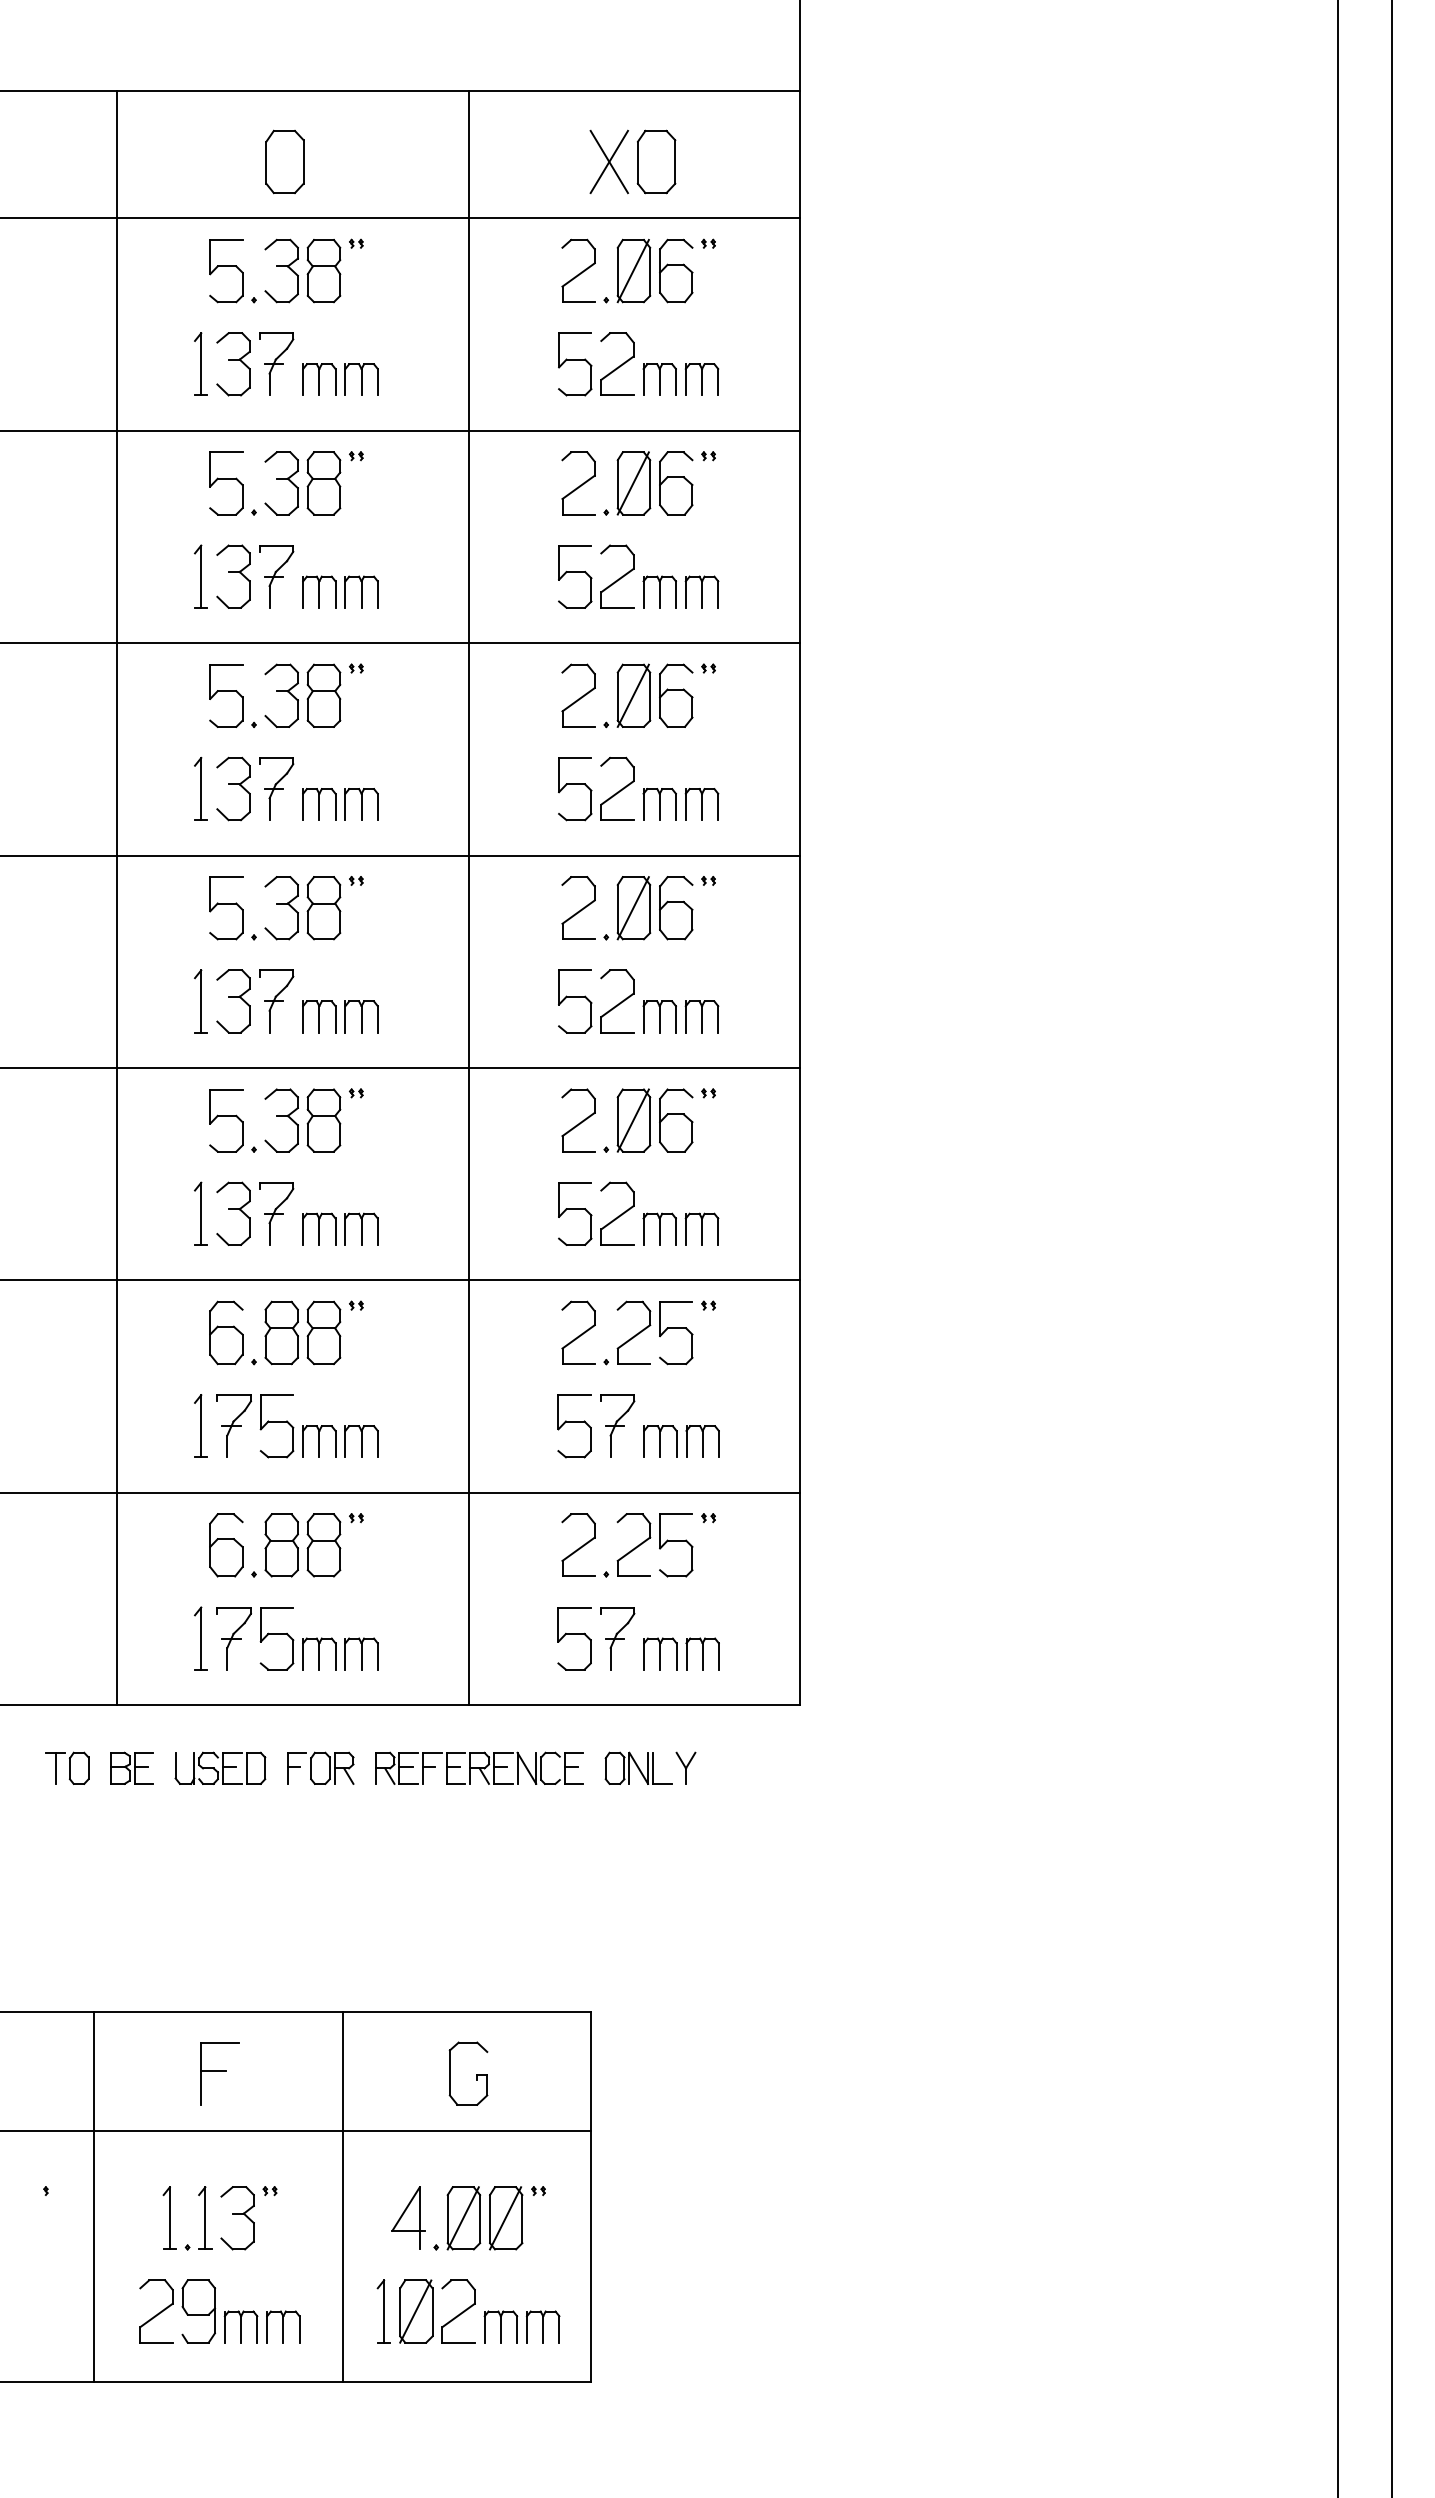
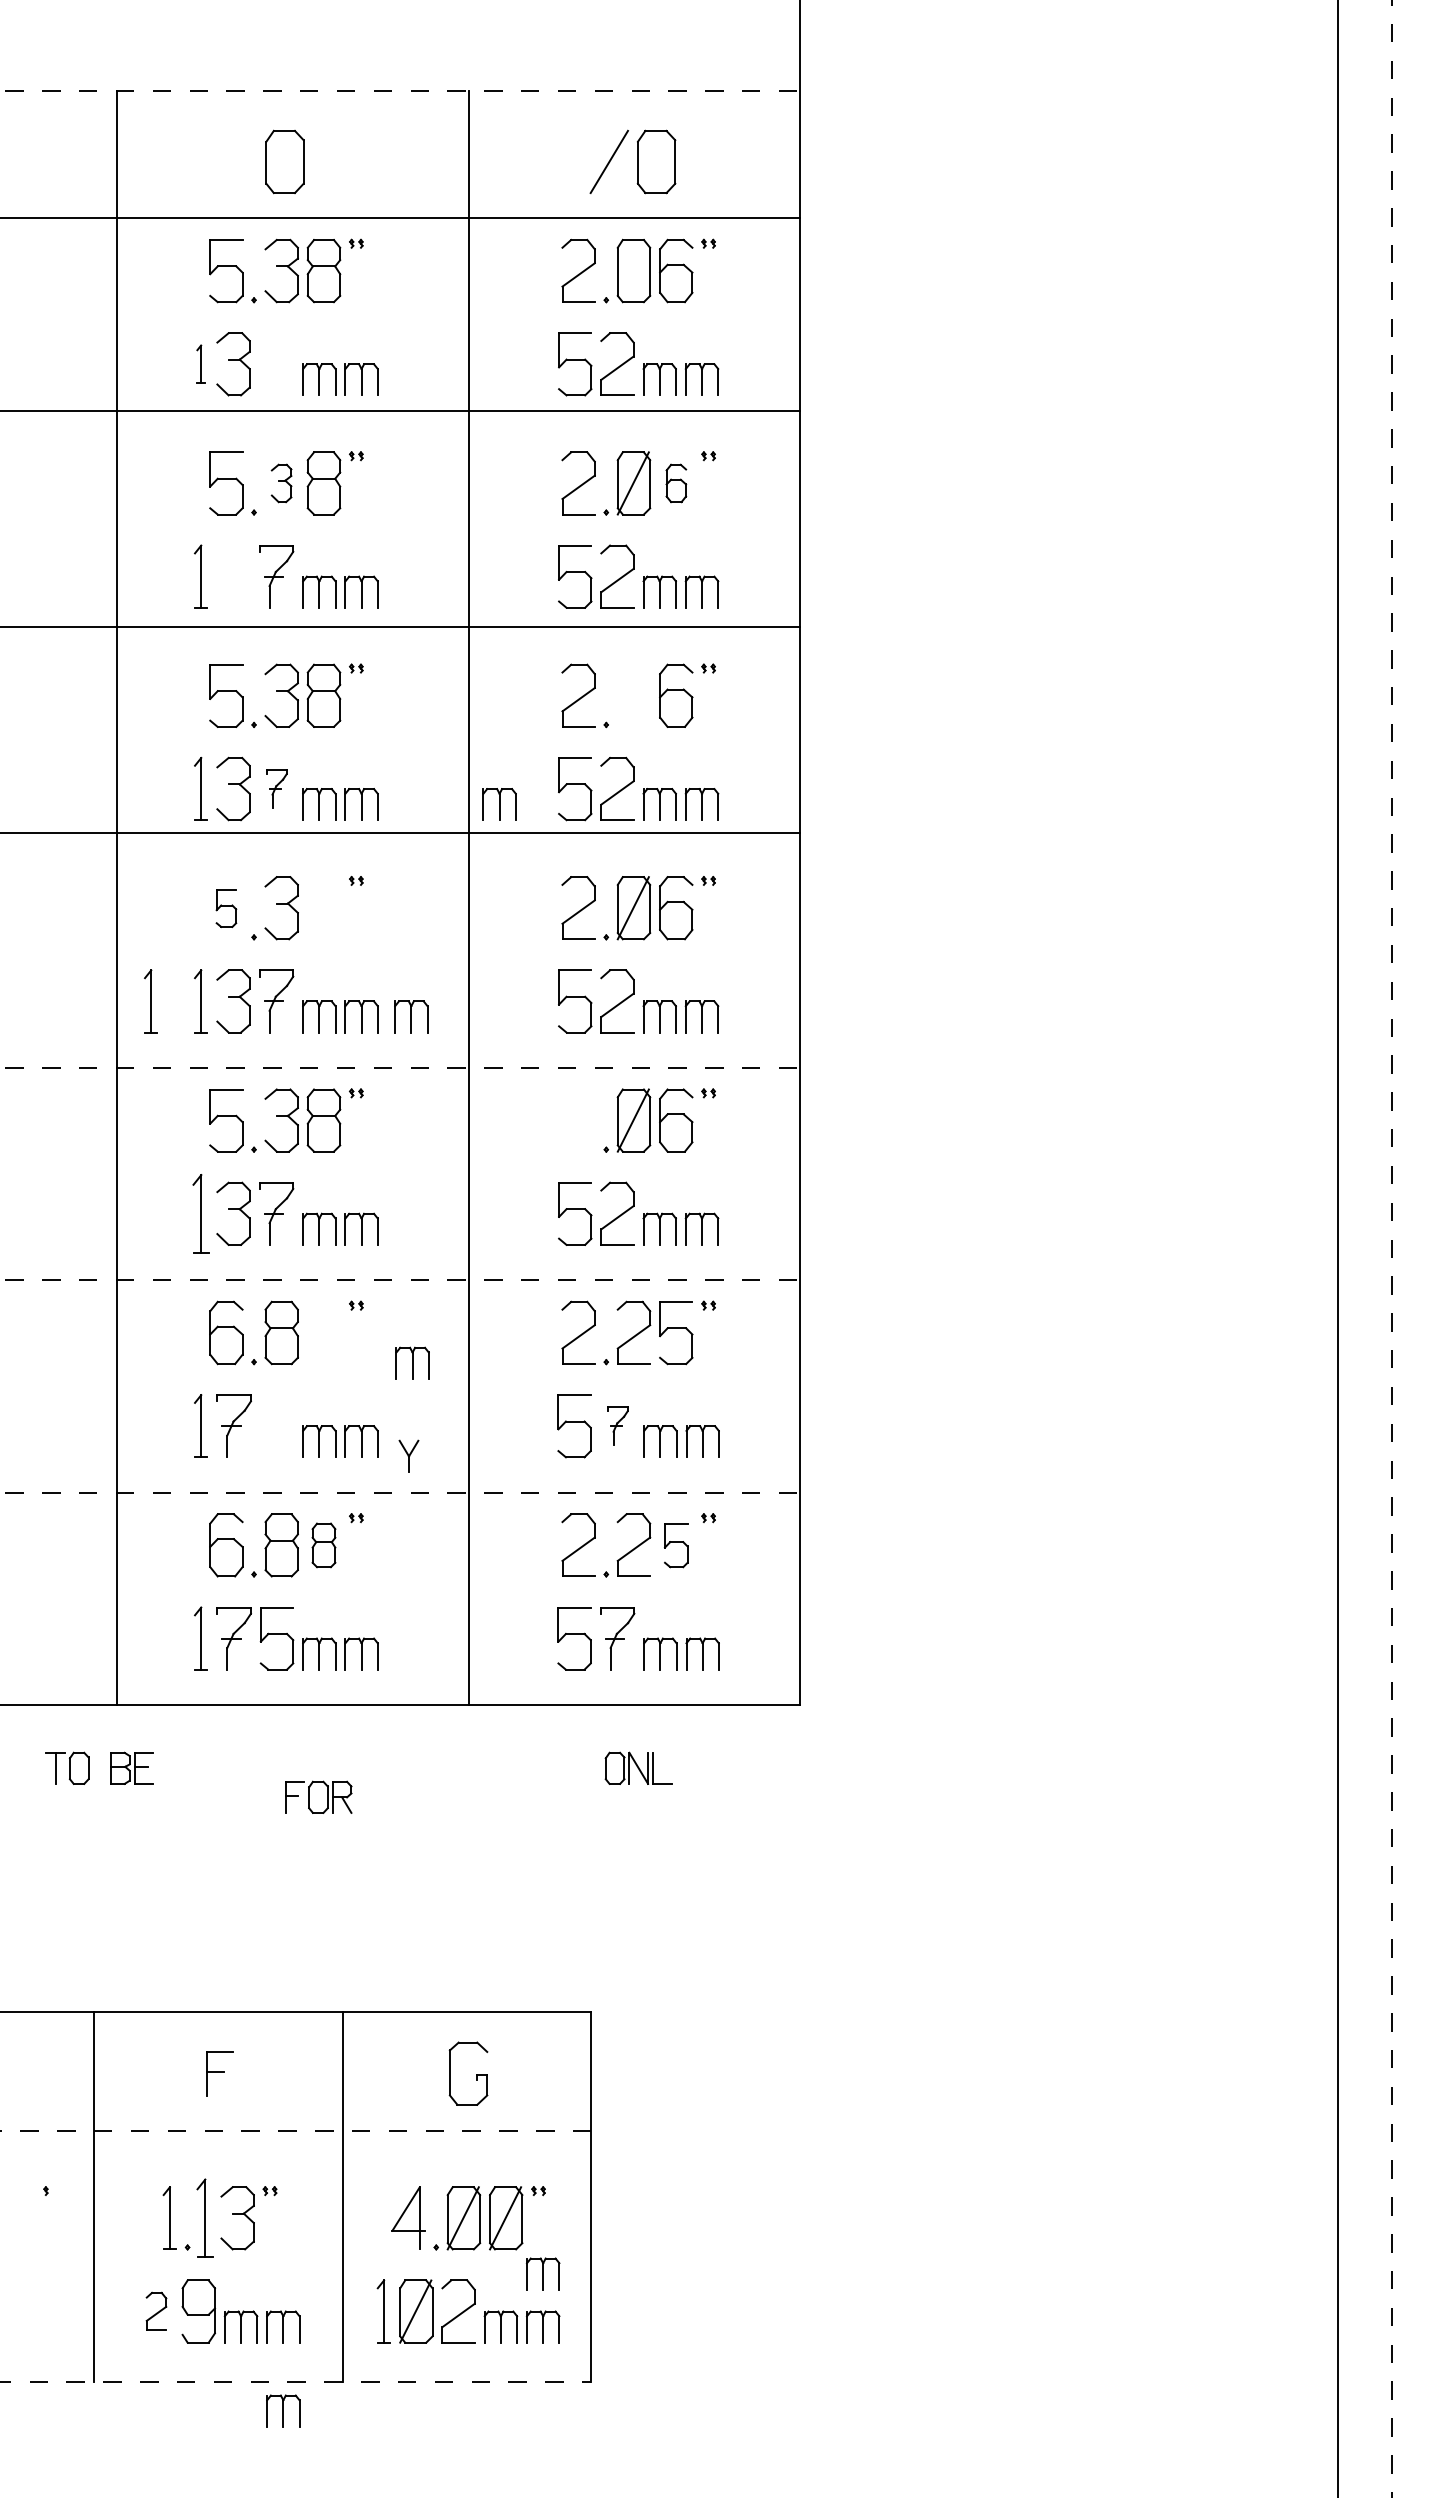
line at (399, 90): solid -> dashed
line at (608, 161): present -> none
line at (632, 270): present -> none
part at (200, 363) size: 14x64 px -> 10x40 px
part at (276, 363): present -> none
line at (400, 430) position: (400, 430) -> (400, 410)
part at (281, 483) size: 35x65 px -> 23x41 px
part at (676, 483) size: 35x65 px -> 23x41 px
part at (233, 576): present -> none
line at (400, 643) position: (400, 643) -> (400, 627)
part at (633, 695): present -> none
part at (276, 788) size: 36x64 px -> 22x40 px
part at (499, 804): none -> present
line at (400, 855) position: (400, 855) -> (400, 832)
part at (226, 908) size: 35x65 px -> 23x39 px
part at (323, 908): present -> none
part at (150, 1001): none -> present
part at (411, 1016): none -> present
line at (399, 1067): solid -> dashed
part at (578, 1120): present -> none
part at (200, 1213) size: 14x65 px -> 18x80 px
line at (1391, 1248): solid -> dashed
line at (399, 1280): solid -> dashed
part at (323, 1332): present -> none
part at (412, 1362): none -> present
part at (617, 1425) size: 36x64 px -> 22x40 px
part at (276, 1426): present -> none
line at (399, 1492): solid -> dashed
part at (323, 1545) size: 36x65 px -> 26x47 px
part at (676, 1545) size: 35x65 px -> 25x46 px
part at (220, 1767): present -> none
part at (320, 1767) position: (320, 1767) -> (318, 1796)
part at (479, 1767): present -> none
part at (685, 1767) position: (685, 1767) -> (408, 1455)
part at (219, 2073) size: 40x64 px -> 28x46 px
line at (295, 2131): solid -> dashed
part at (205, 2217) size: 15x64 px -> 18x80 px
part at (543, 2273): none -> present
part at (156, 2311) size: 35x65 px -> 23x40 px
line at (296, 2382): solid -> dashed
part at (283, 2410): none -> present
